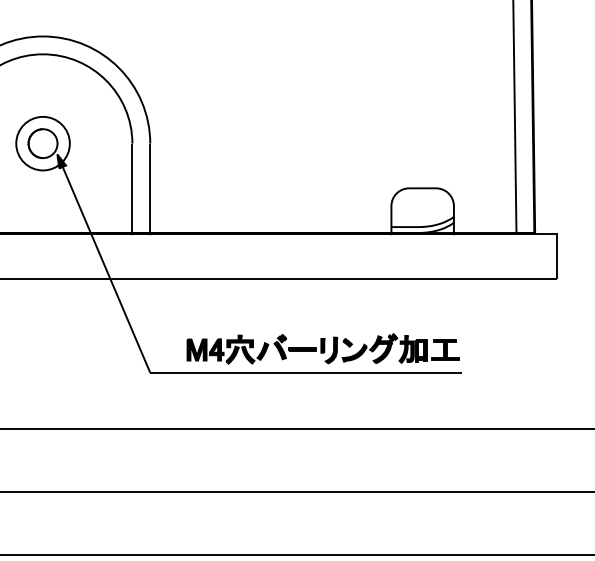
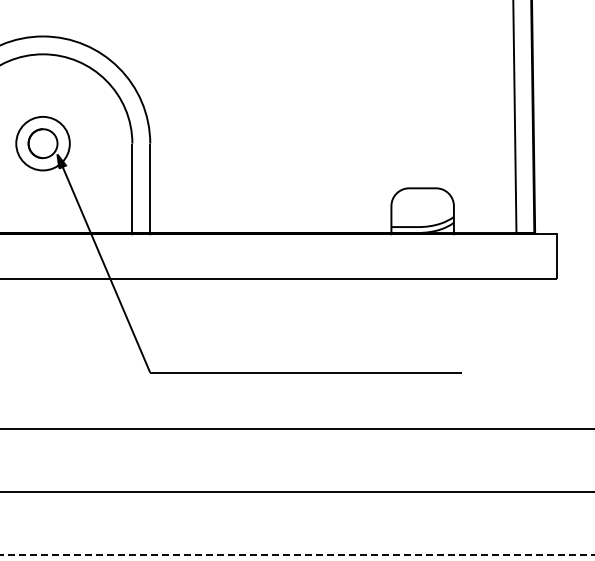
part at (322, 348): present -> none
line at (297, 554): solid -> dashed
